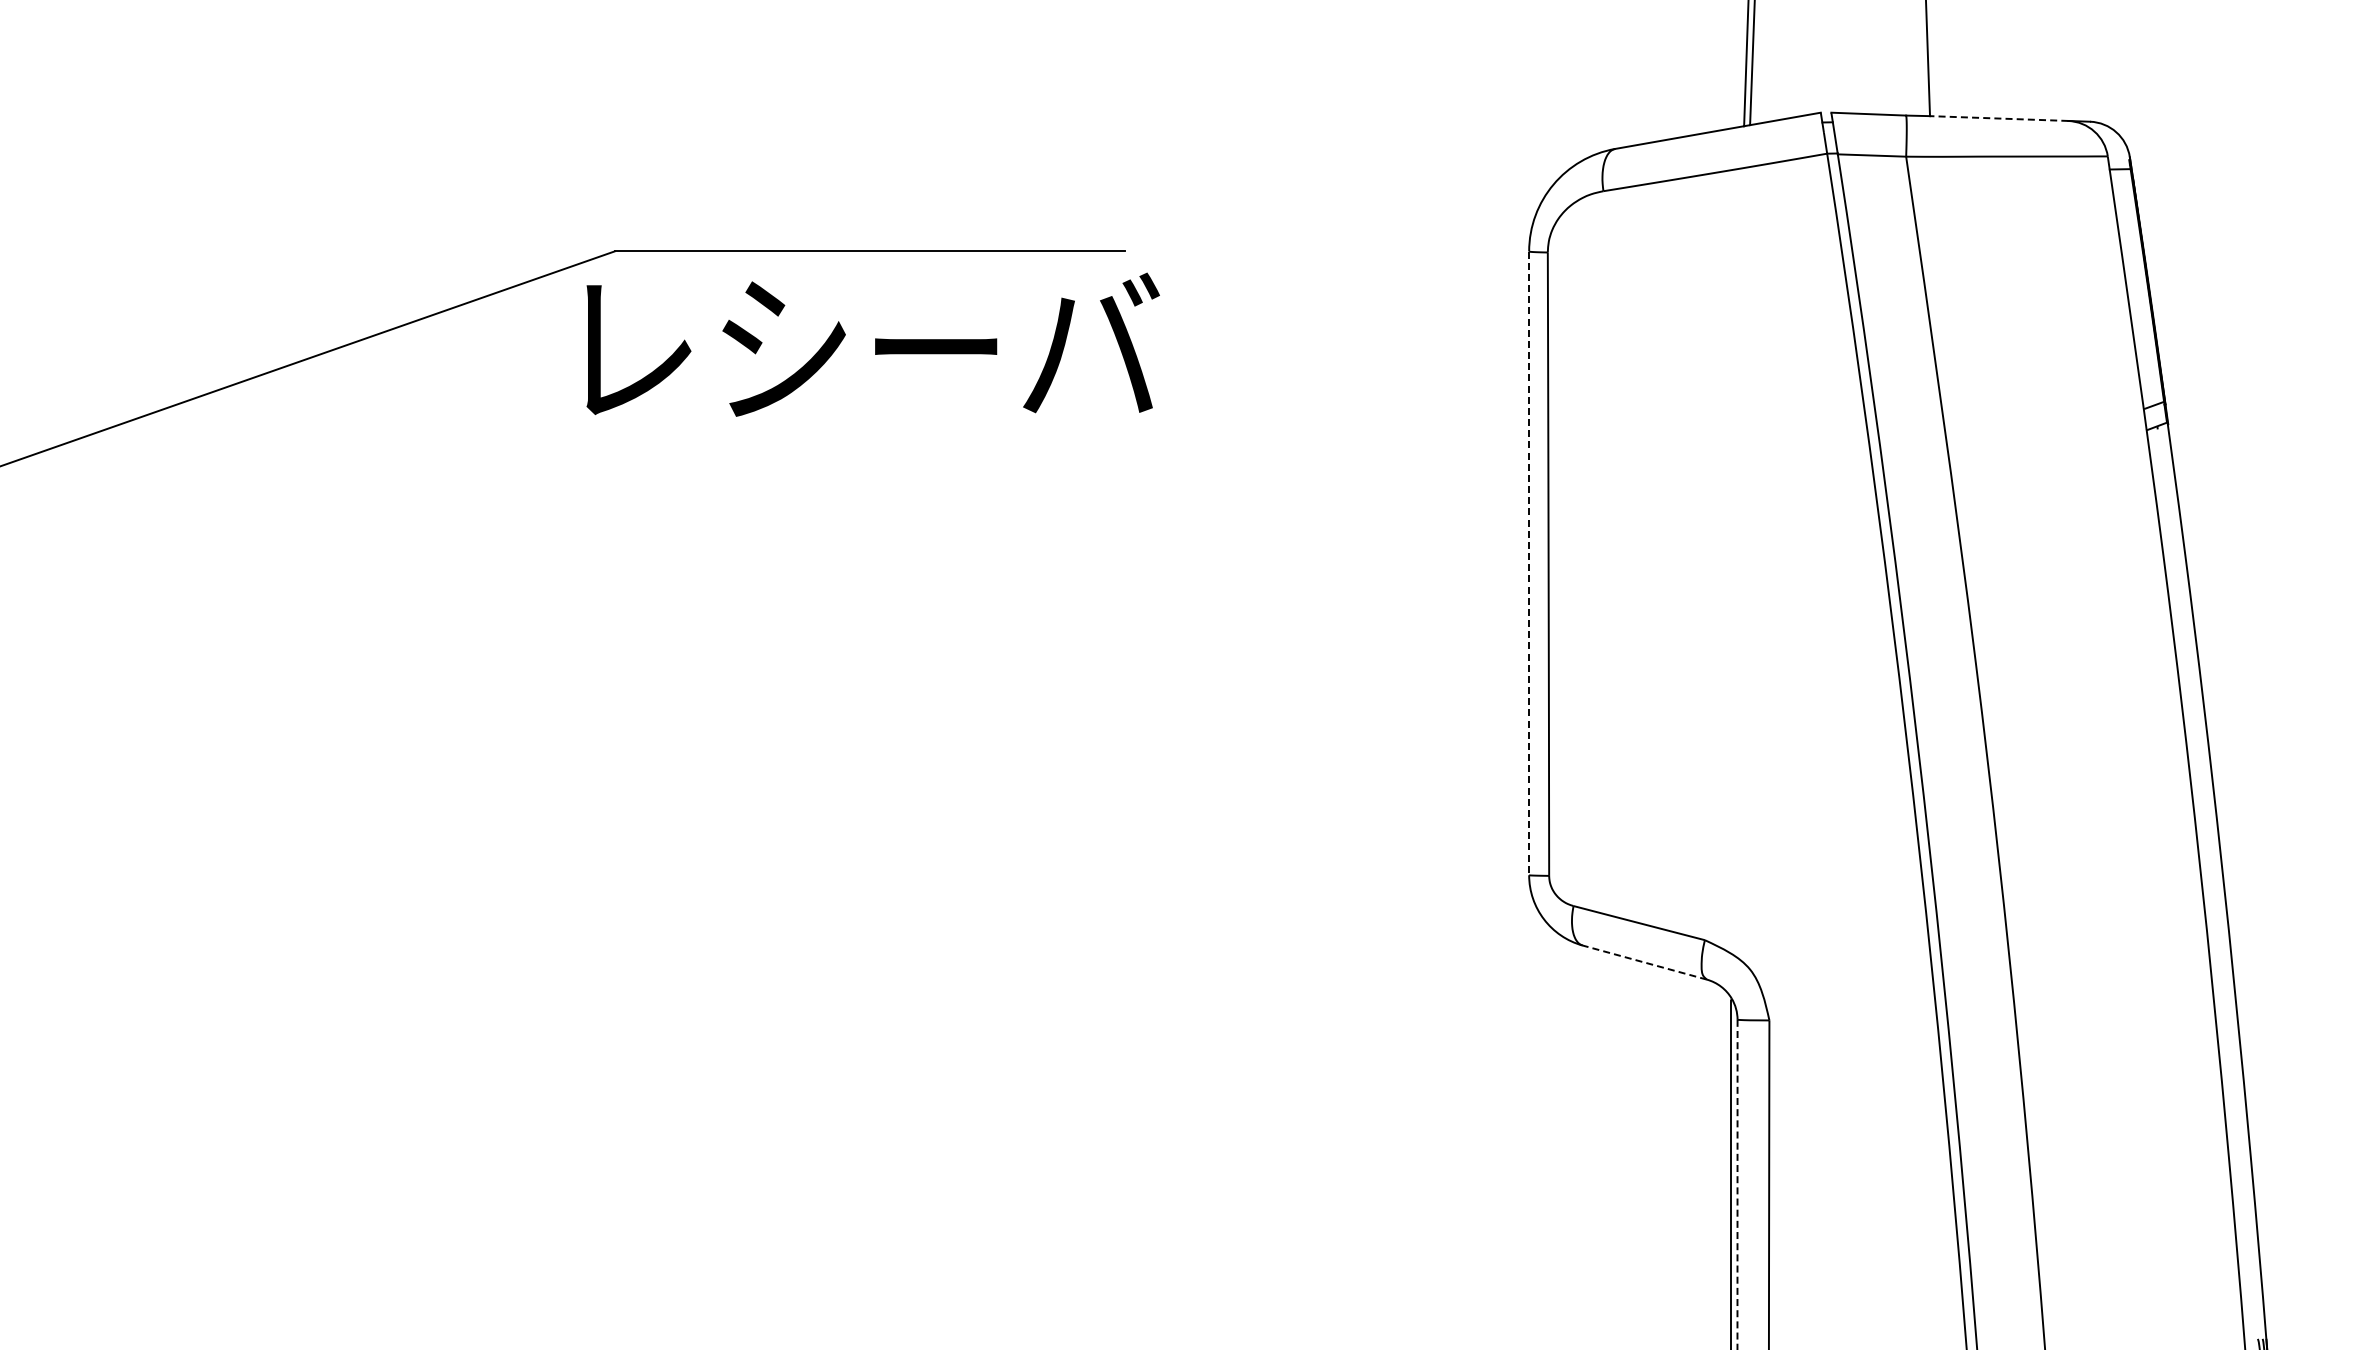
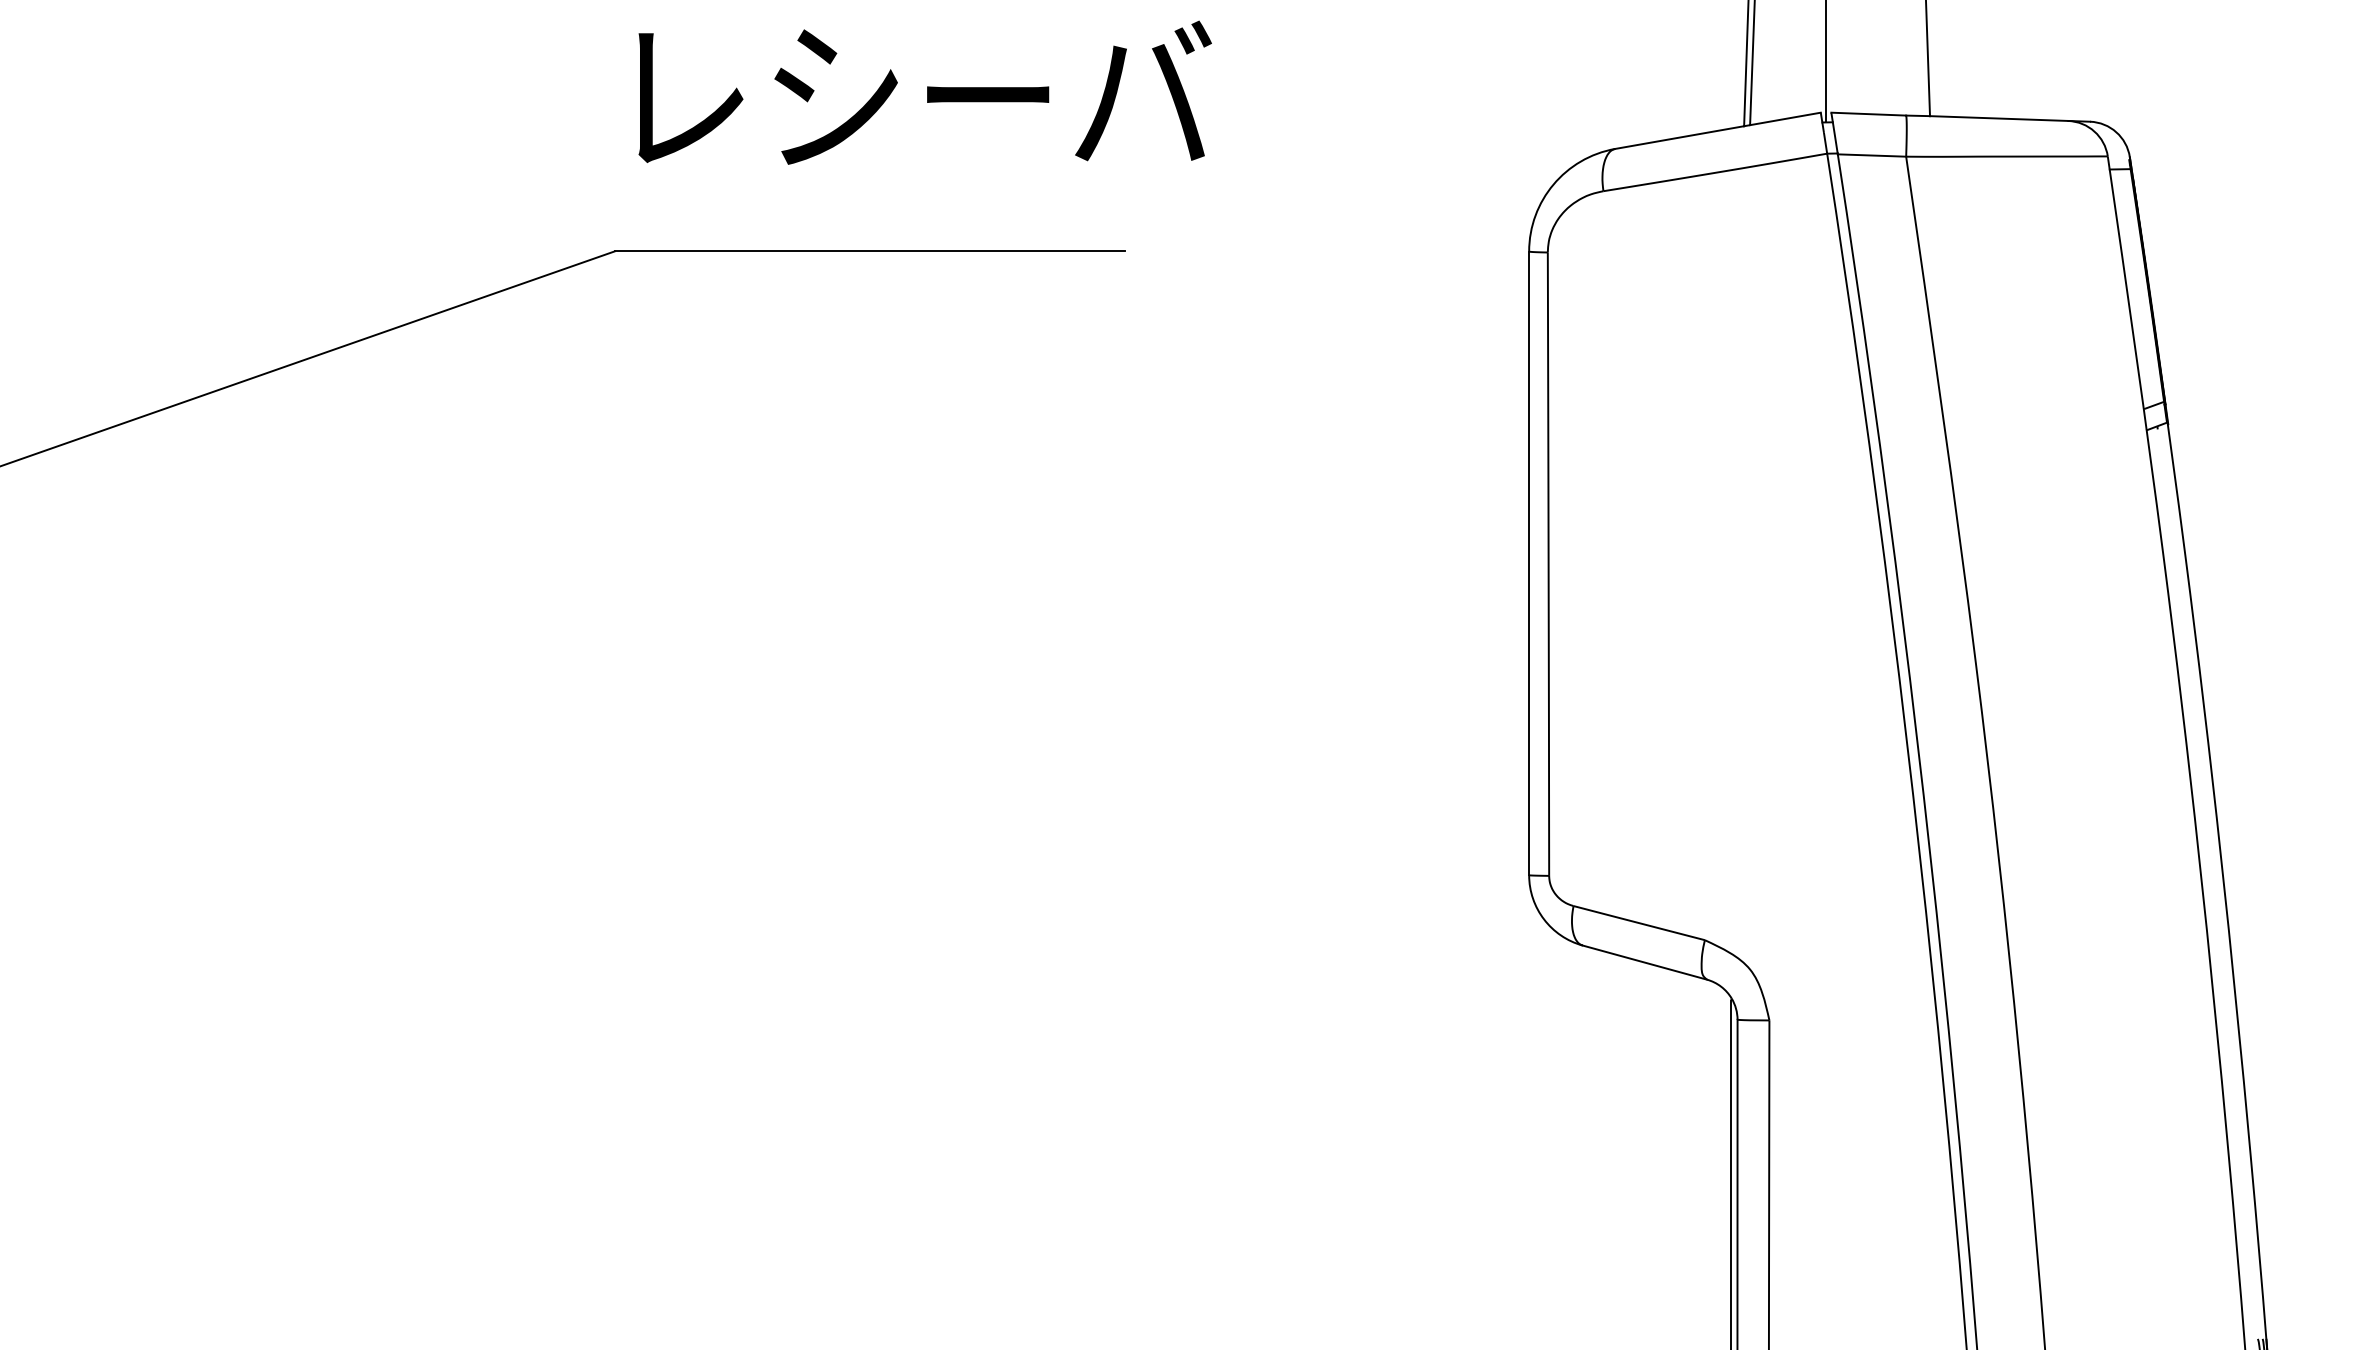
line at (1826, 62): none -> present
line at (1998, 118): dashed -> solid
text at (872, 344) position: (872, 344) -> (924, 92)
line at (1529, 563): dashed -> solid
line at (1644, 962): dashed -> solid
line at (1737, 1184): dashed -> solid
